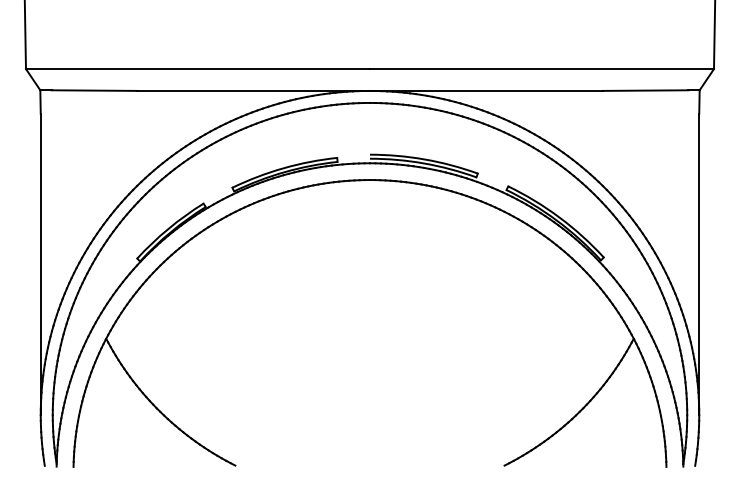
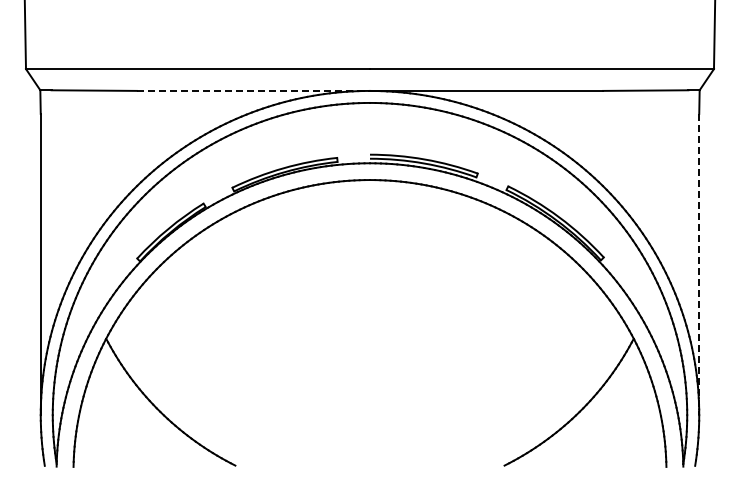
line at (253, 90): solid -> dashed
line at (699, 264): solid -> dashed
